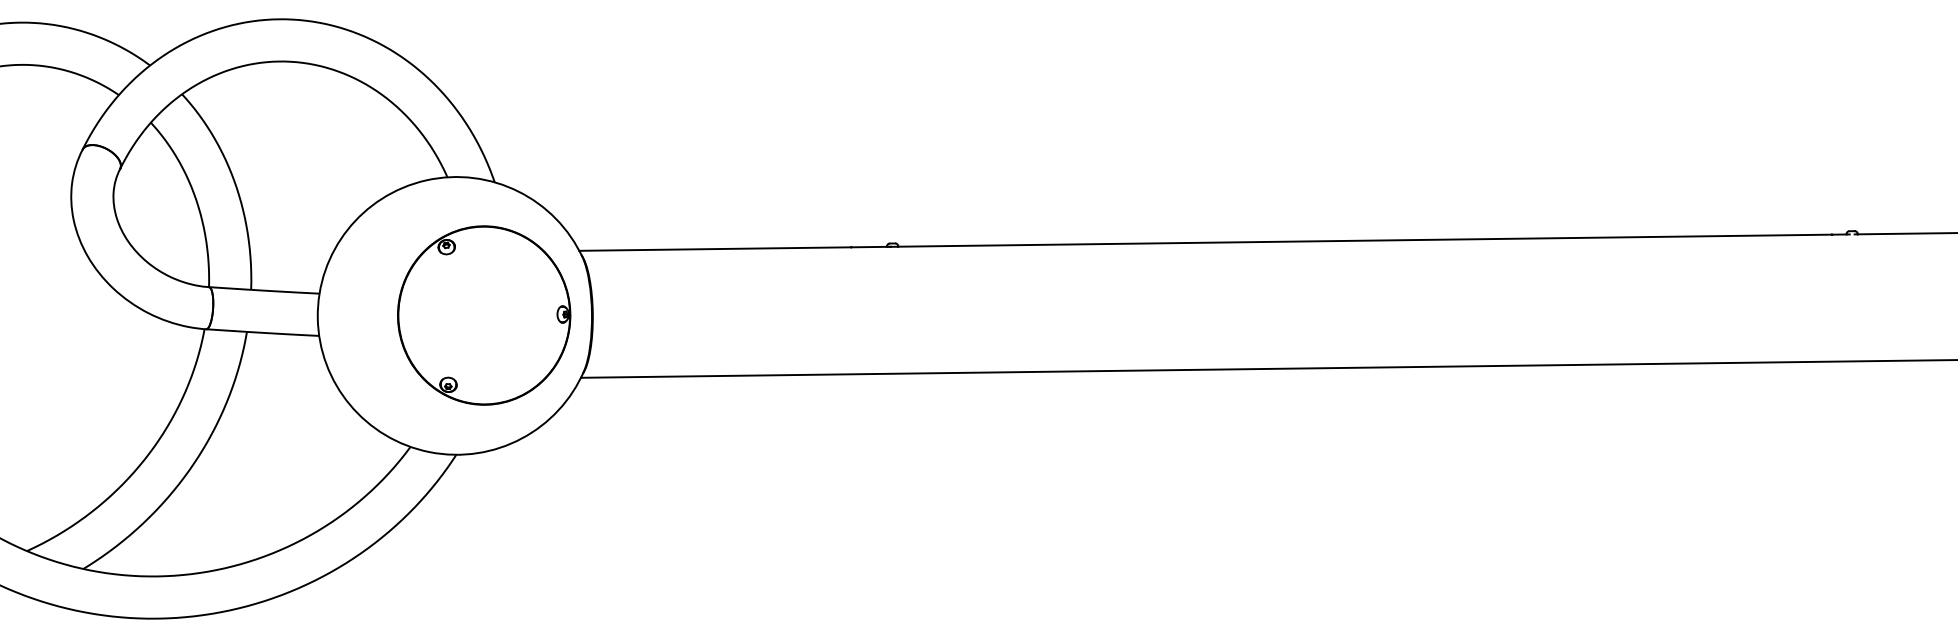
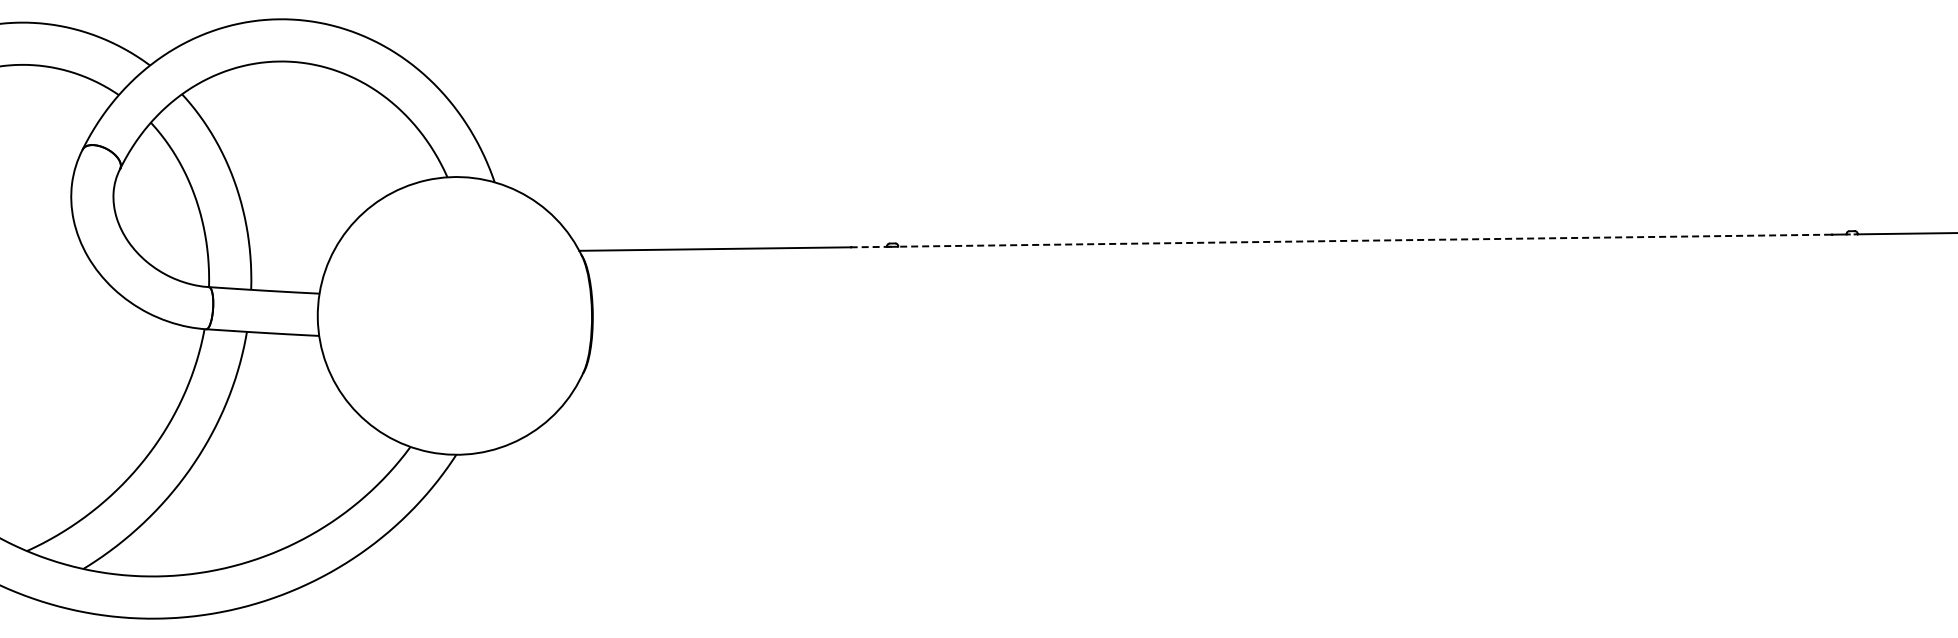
line at (1364, 240): solid -> dashed
line at (870, 247): solid -> dashed
part at (484, 315): present -> none
line at (1267, 368): present -> none
